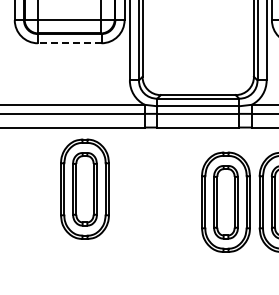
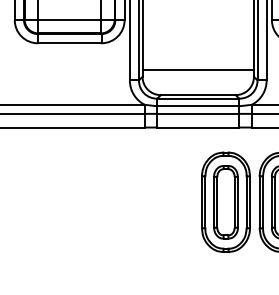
line at (69, 43): dashed -> solid
line at (197, 69): none -> present
part at (84, 188): present -> none
